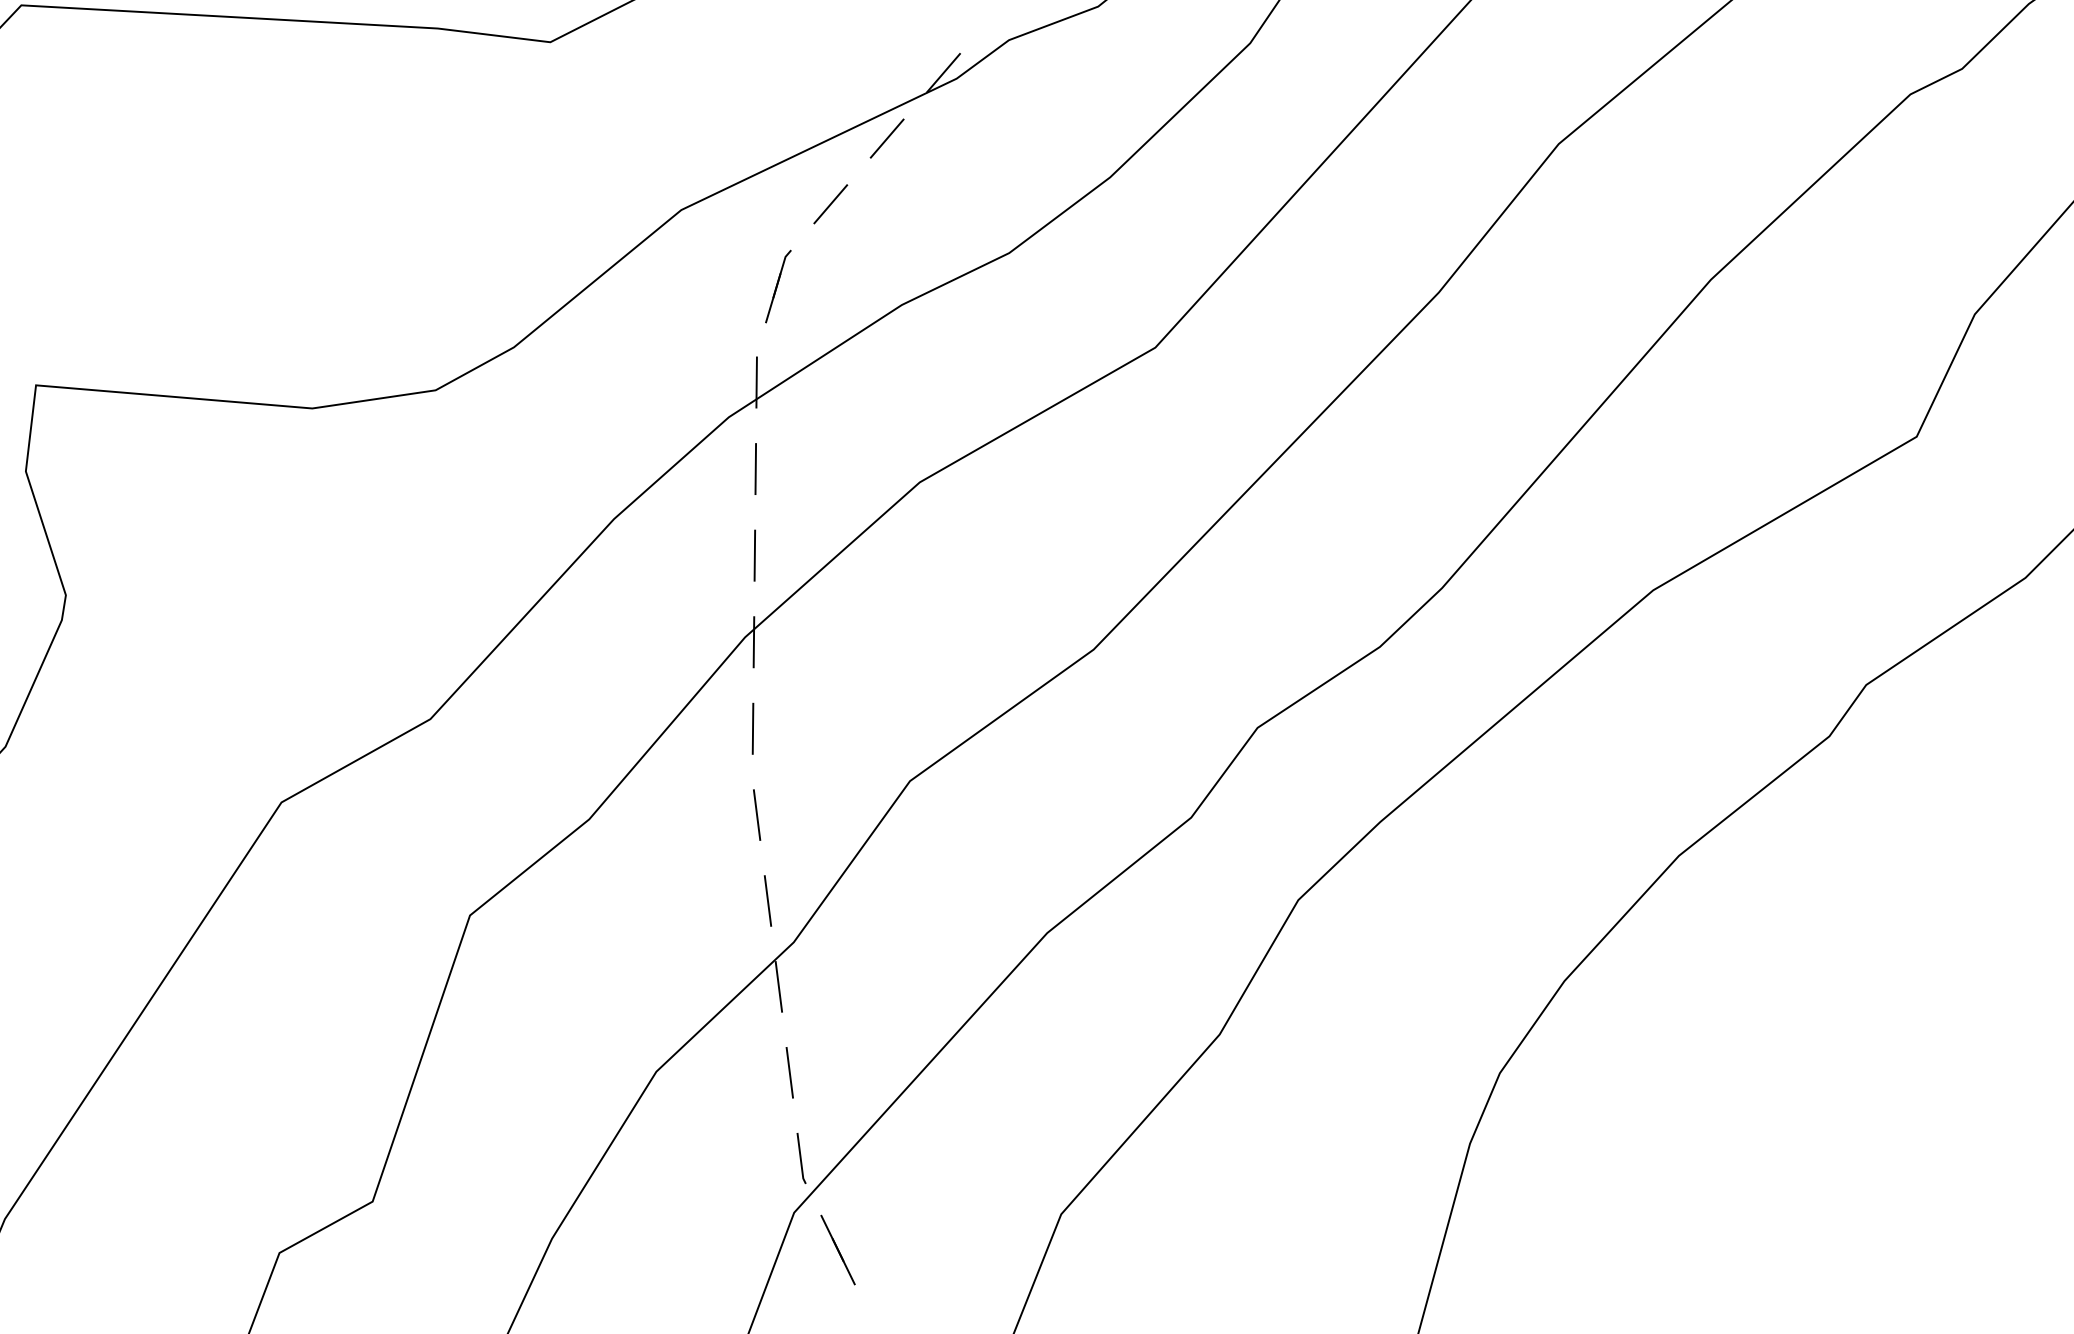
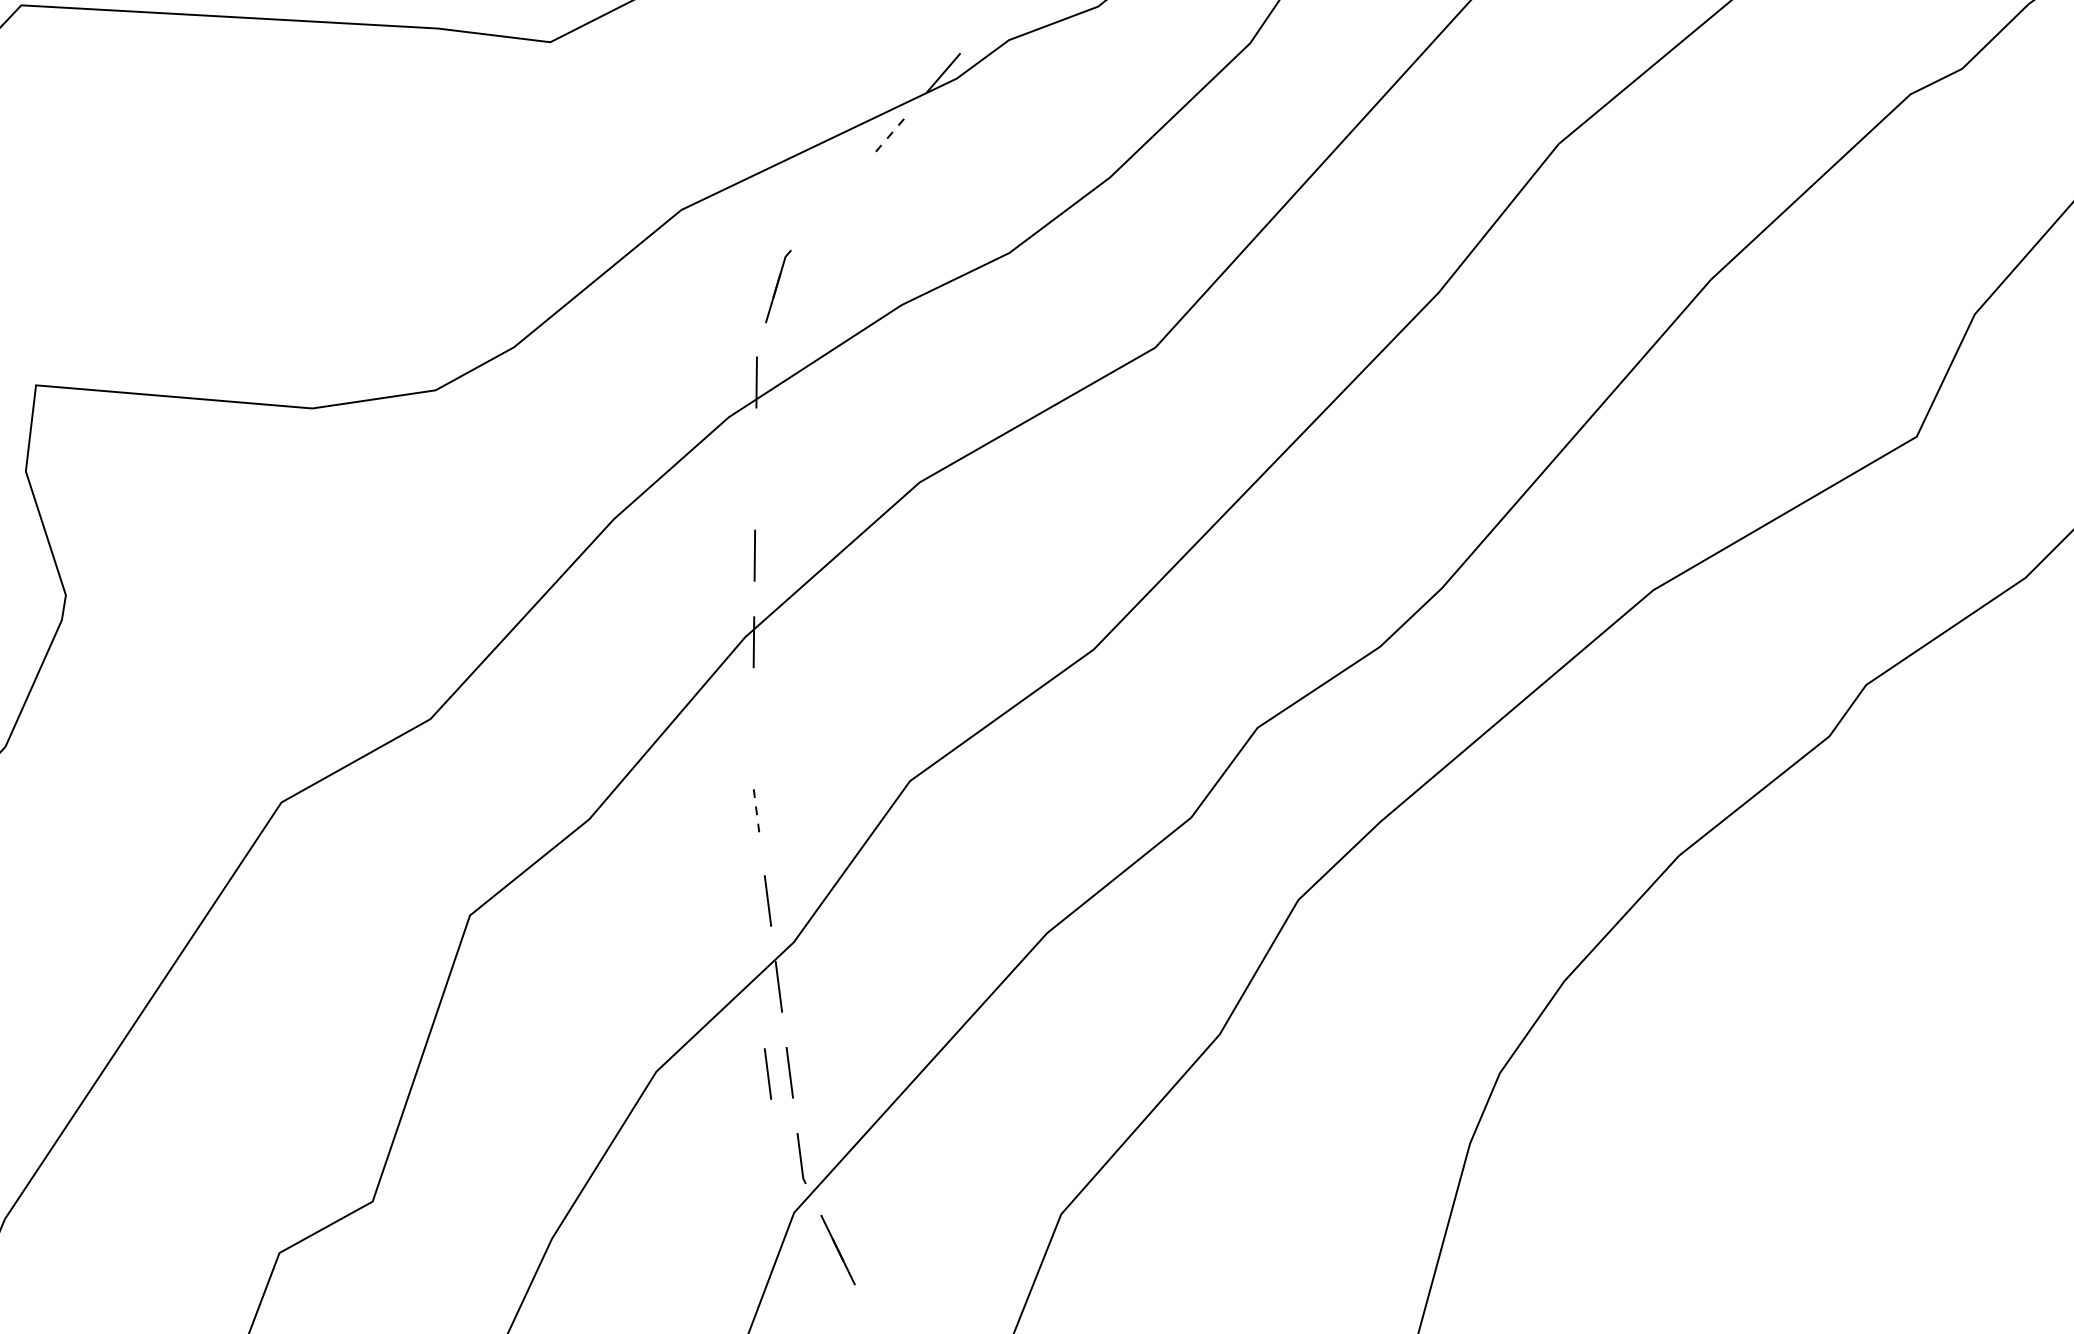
line at (887, 138): solid -> dashed
line at (830, 204): present -> none
line at (755, 468): present -> none
line at (752, 728): present -> none
line at (757, 815): solid -> dashed
line at (767, 1073): none -> present
